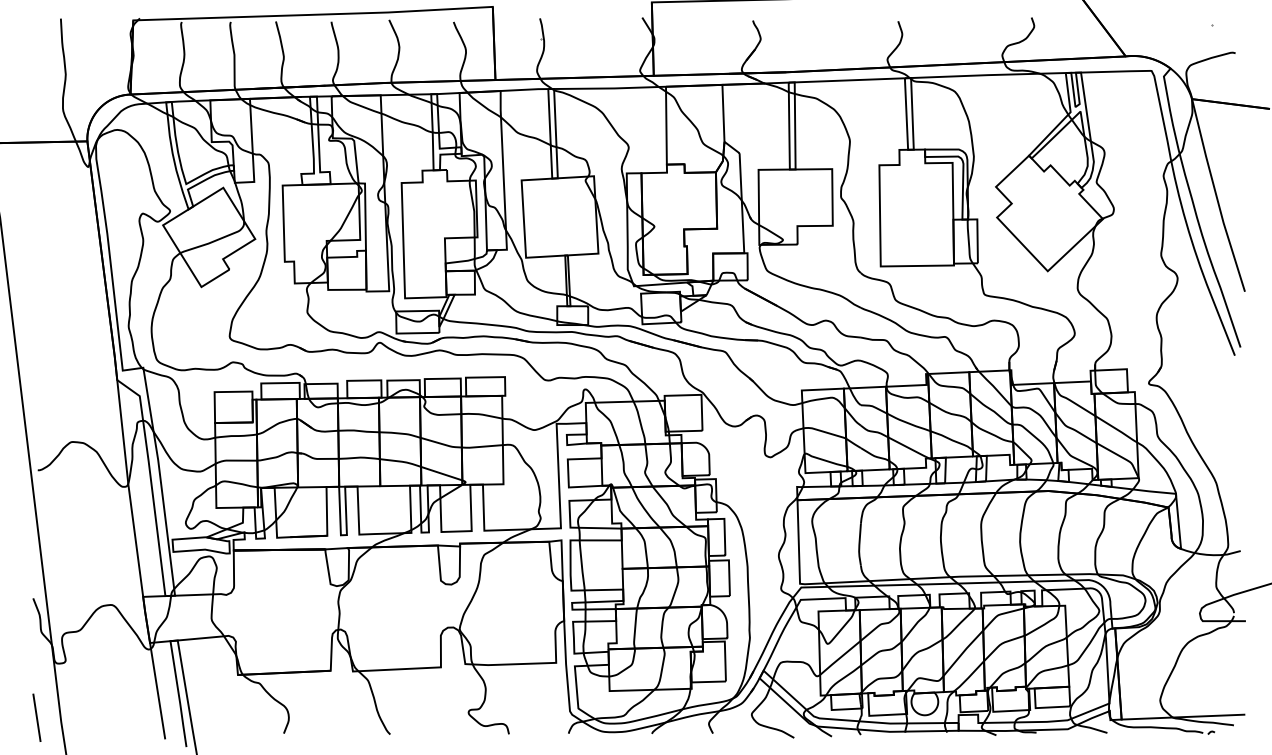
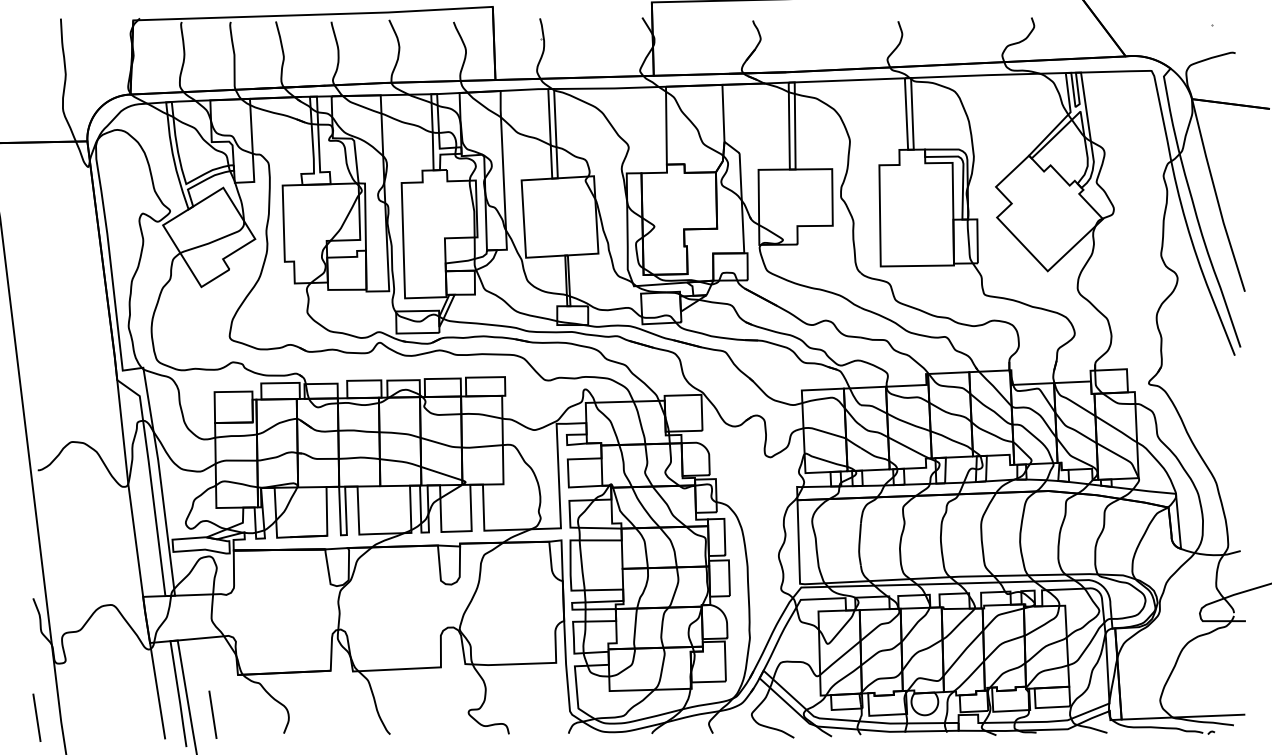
line at (212, 714): none -> present
